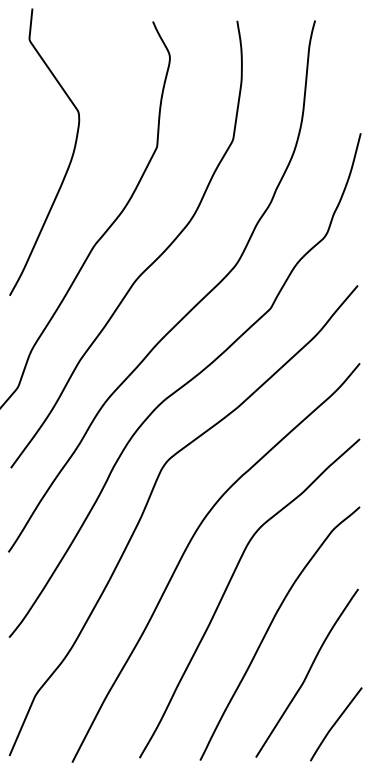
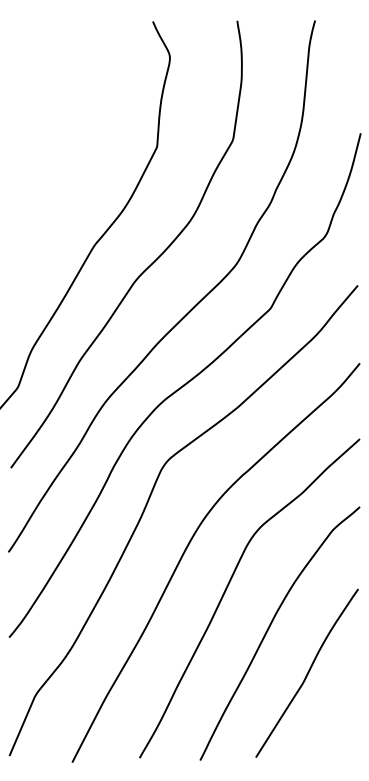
curve at (70, 158): present -> none
curve at (336, 723): present -> none
